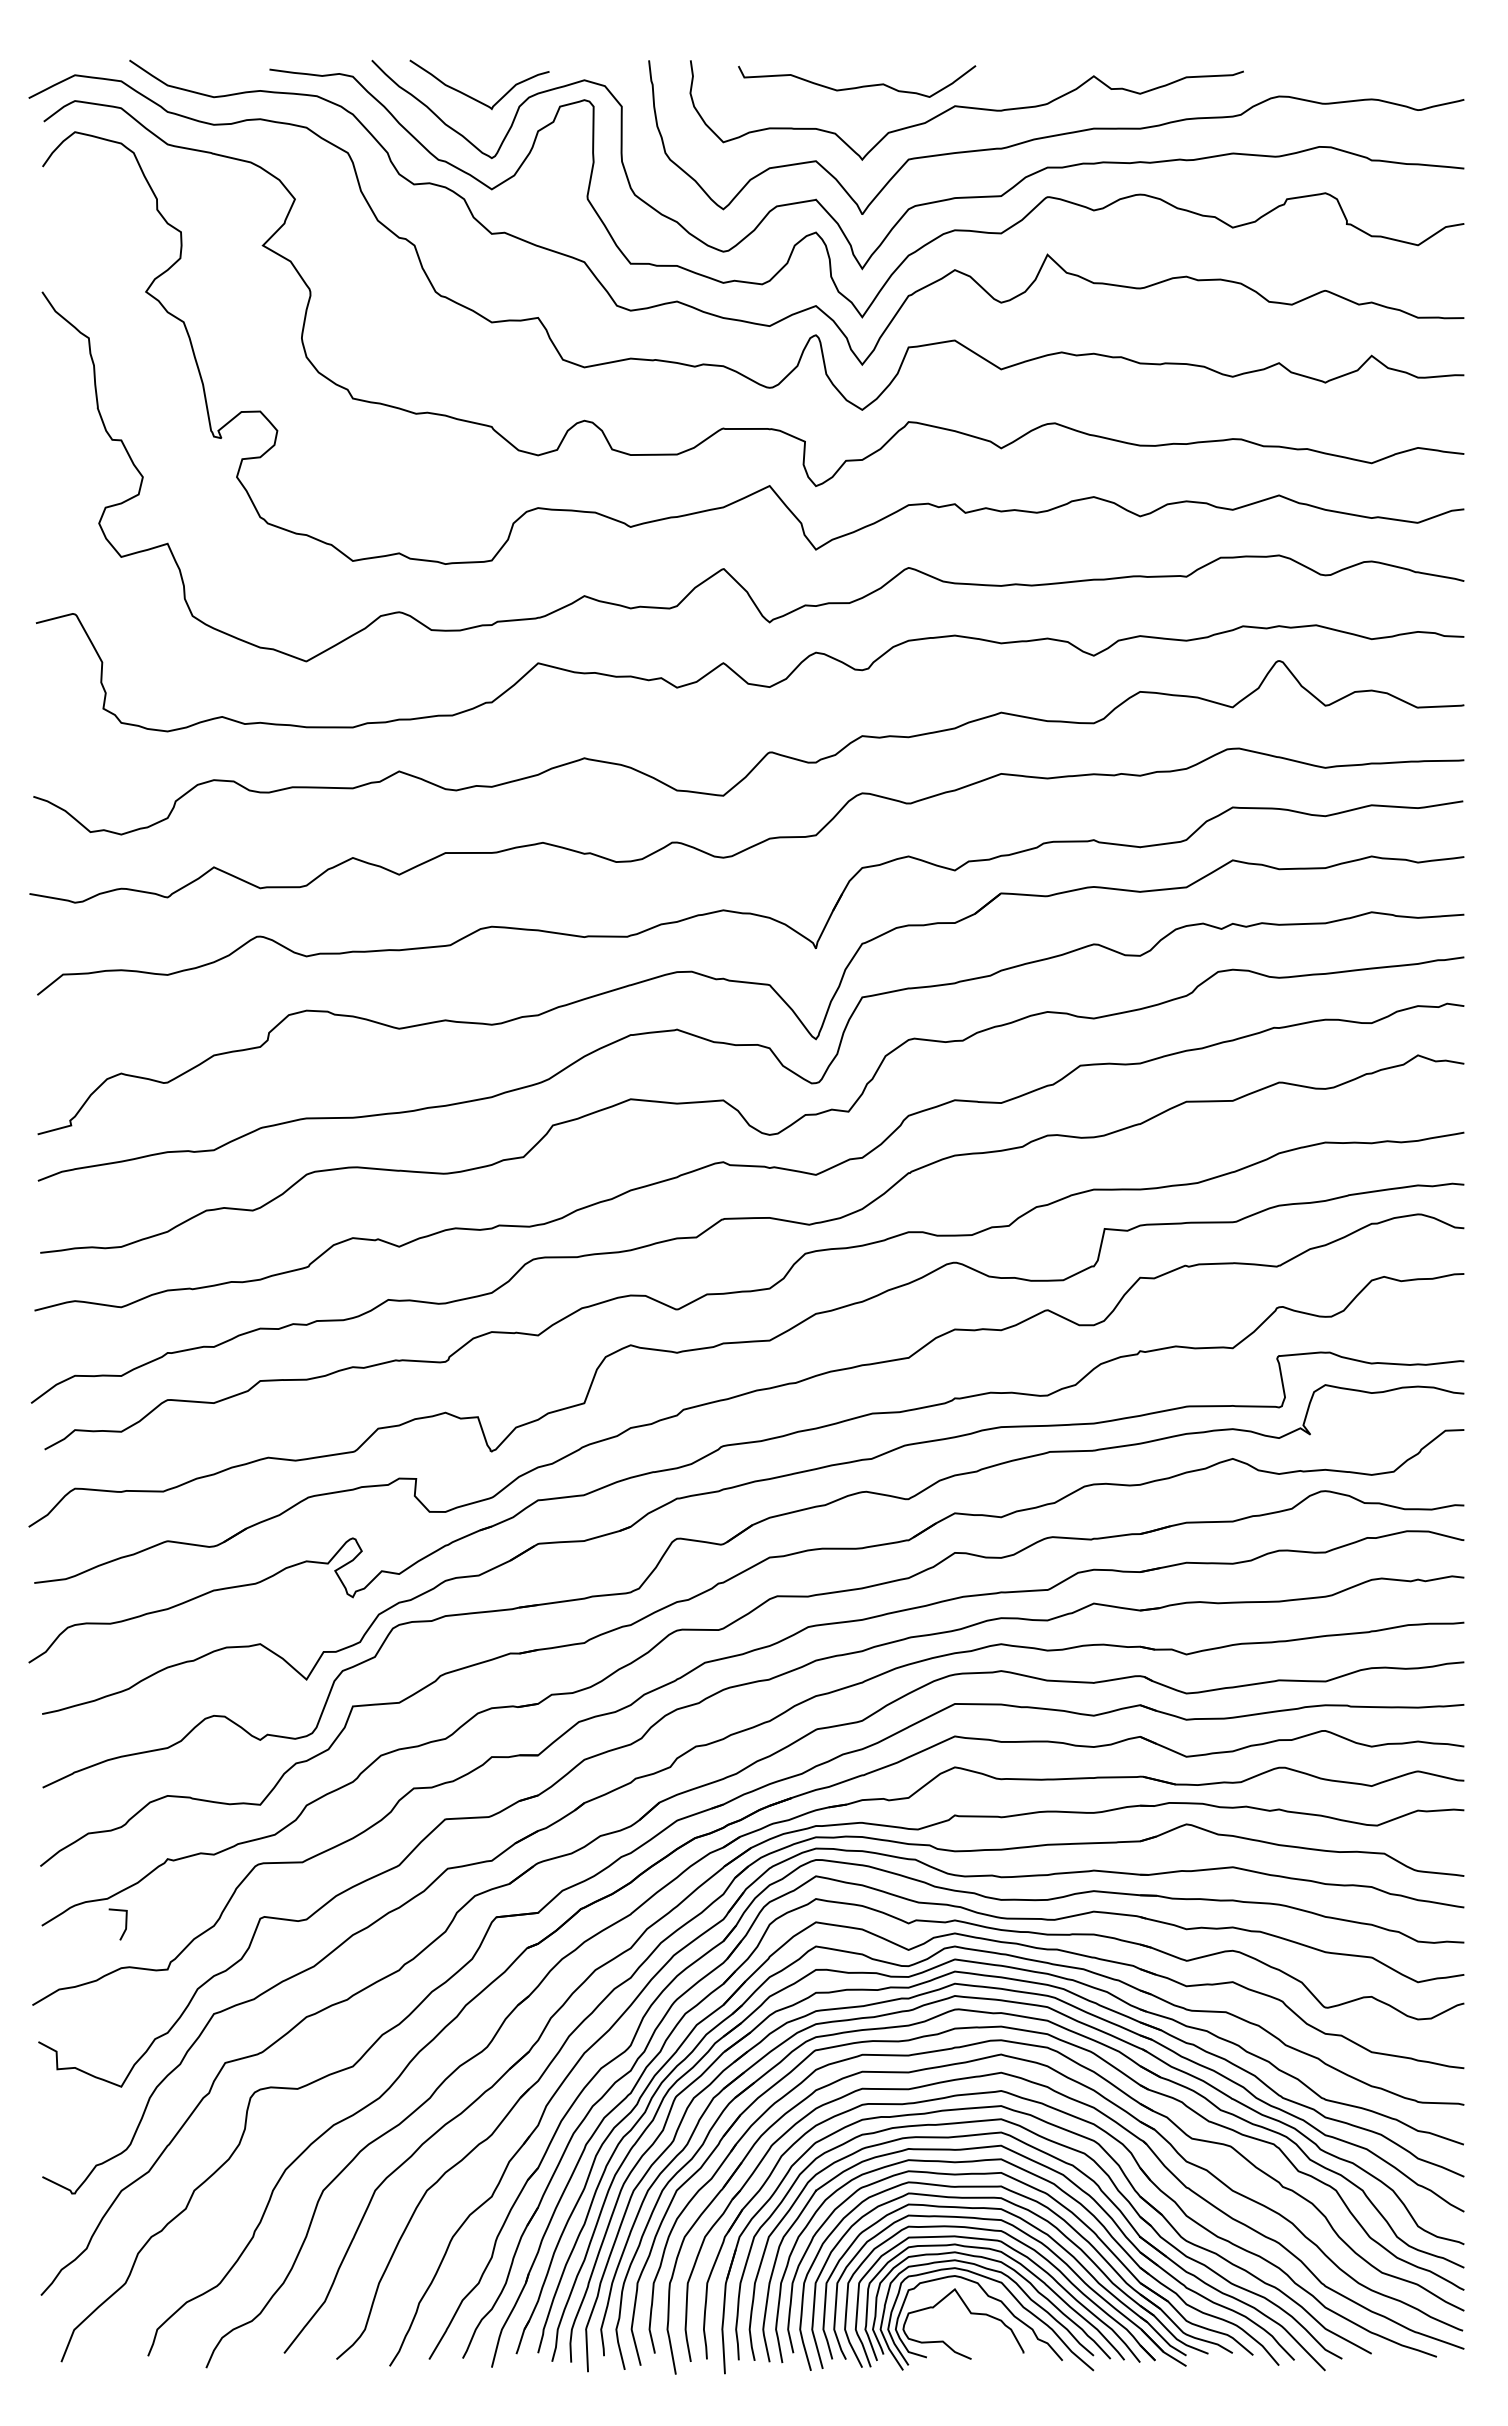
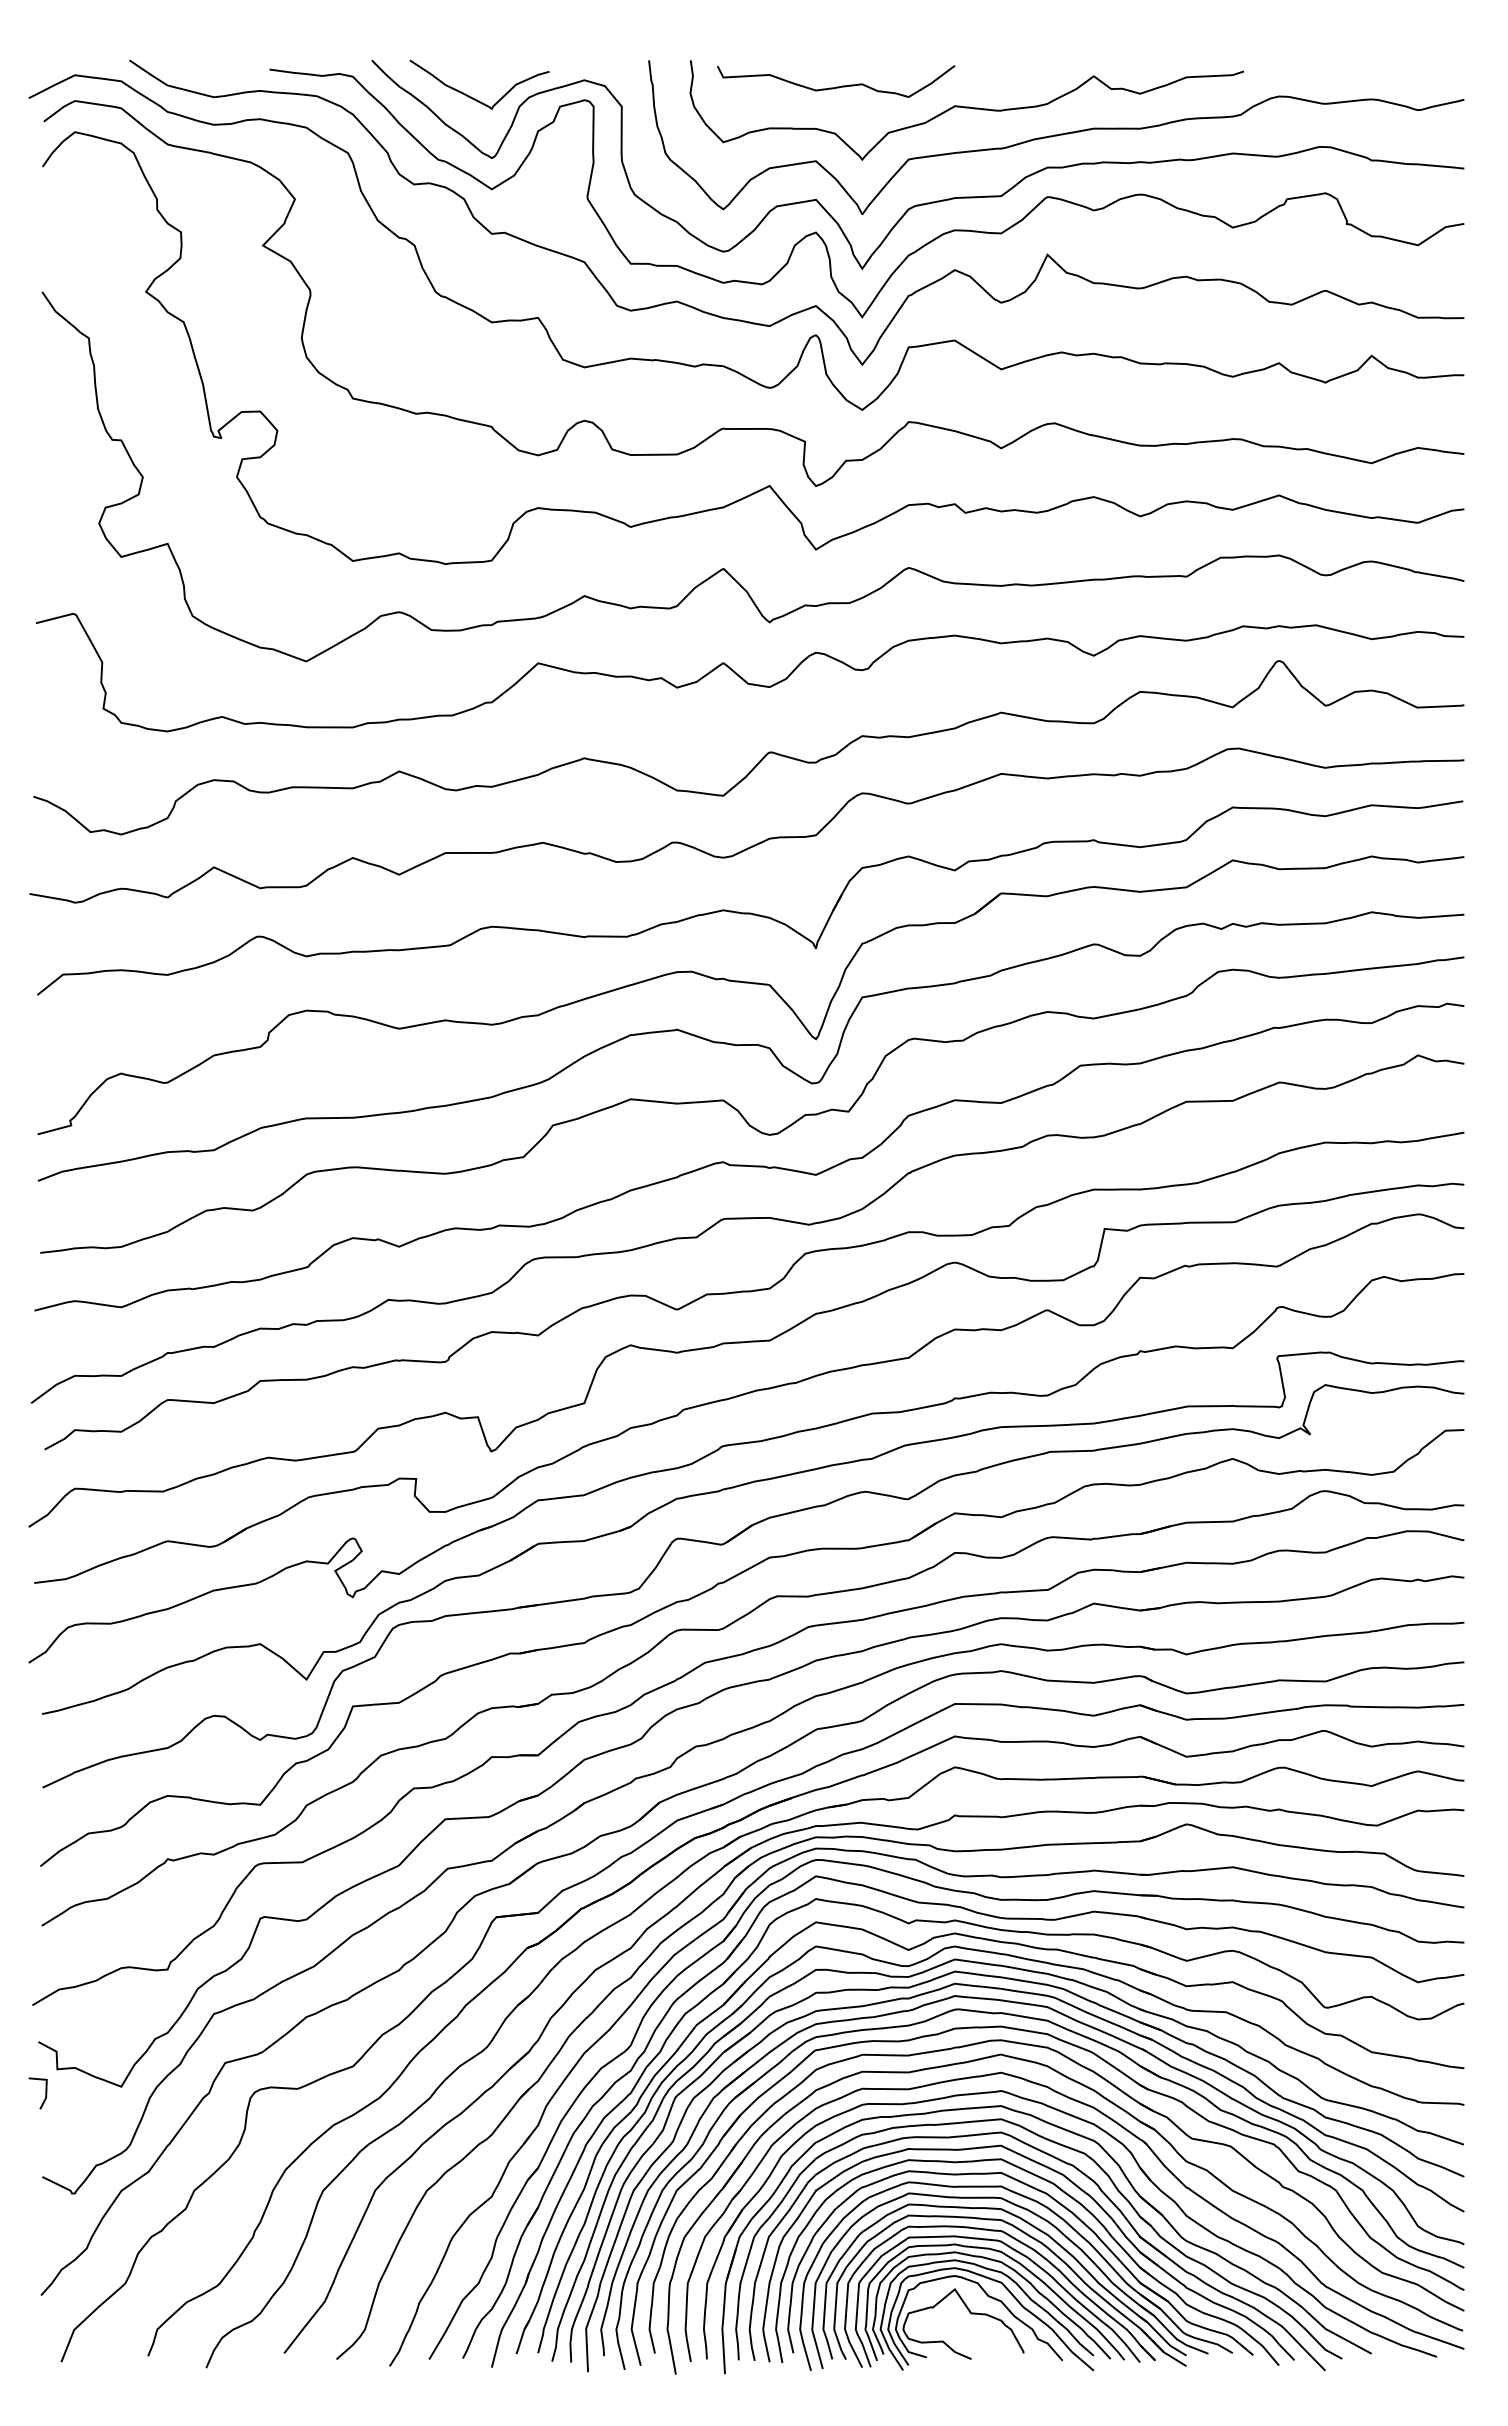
curve at (857, 86) position: (857, 86) -> (836, 86)
line at (125, 1924) position: (125, 1924) -> (45, 2093)
